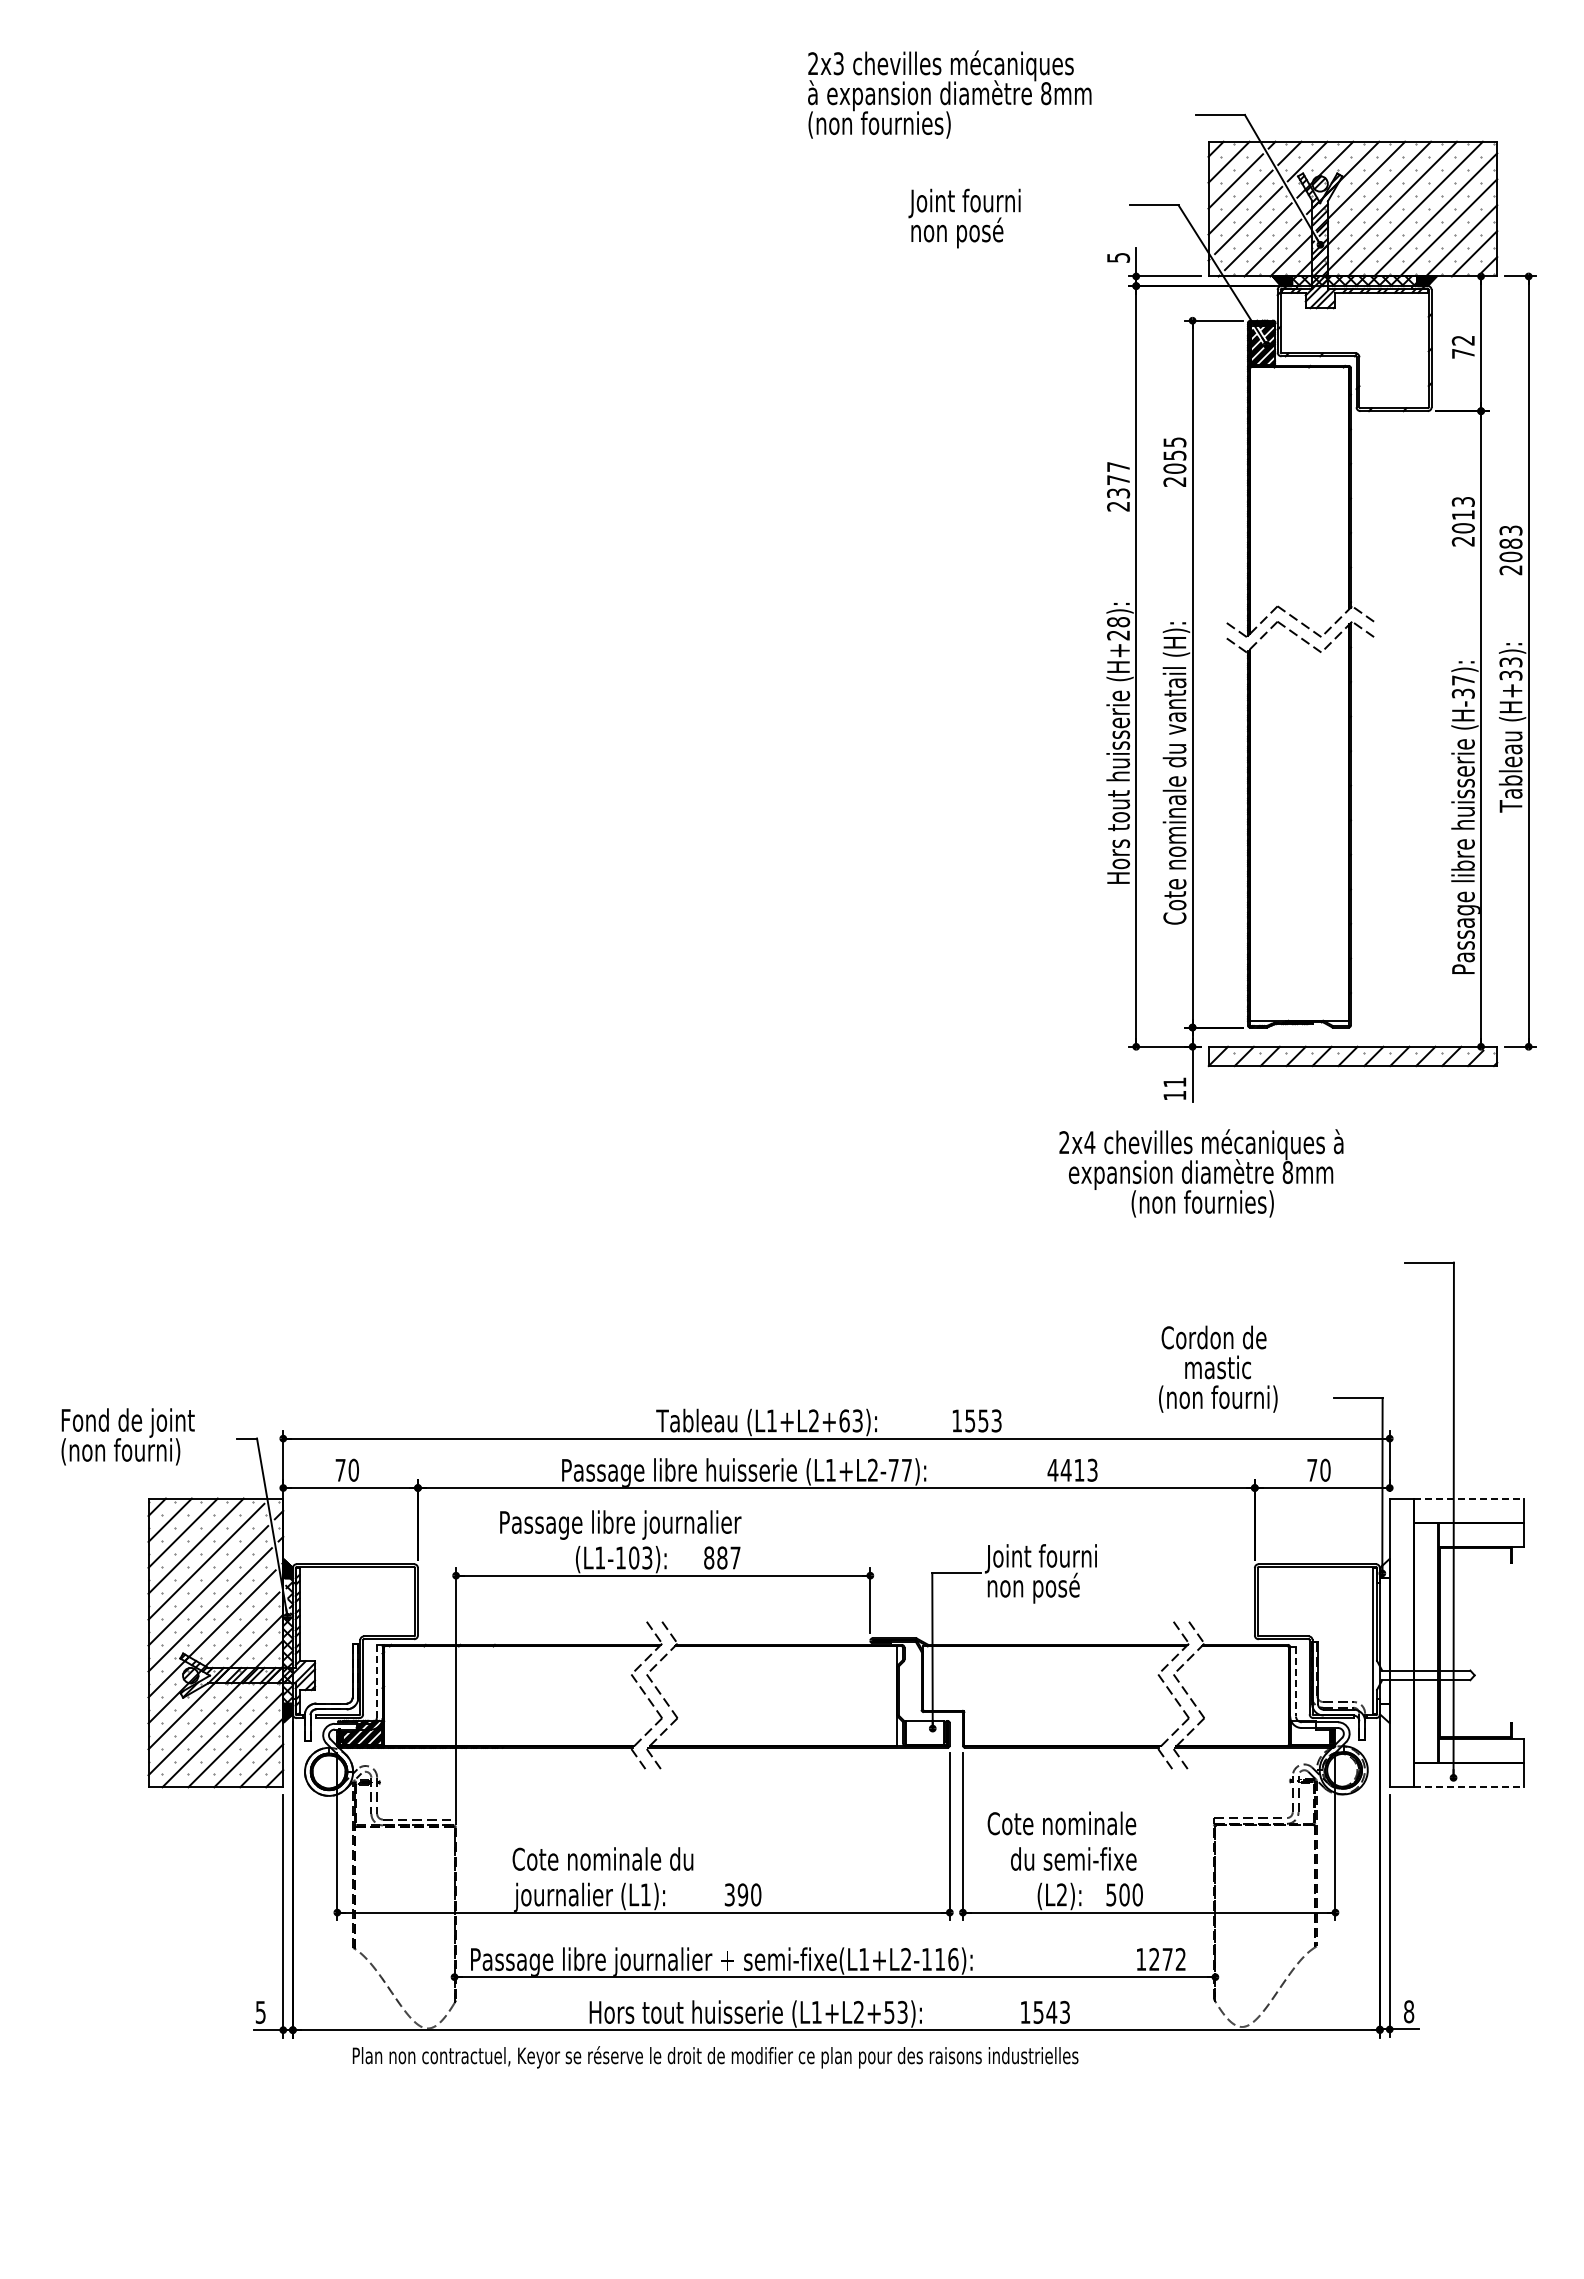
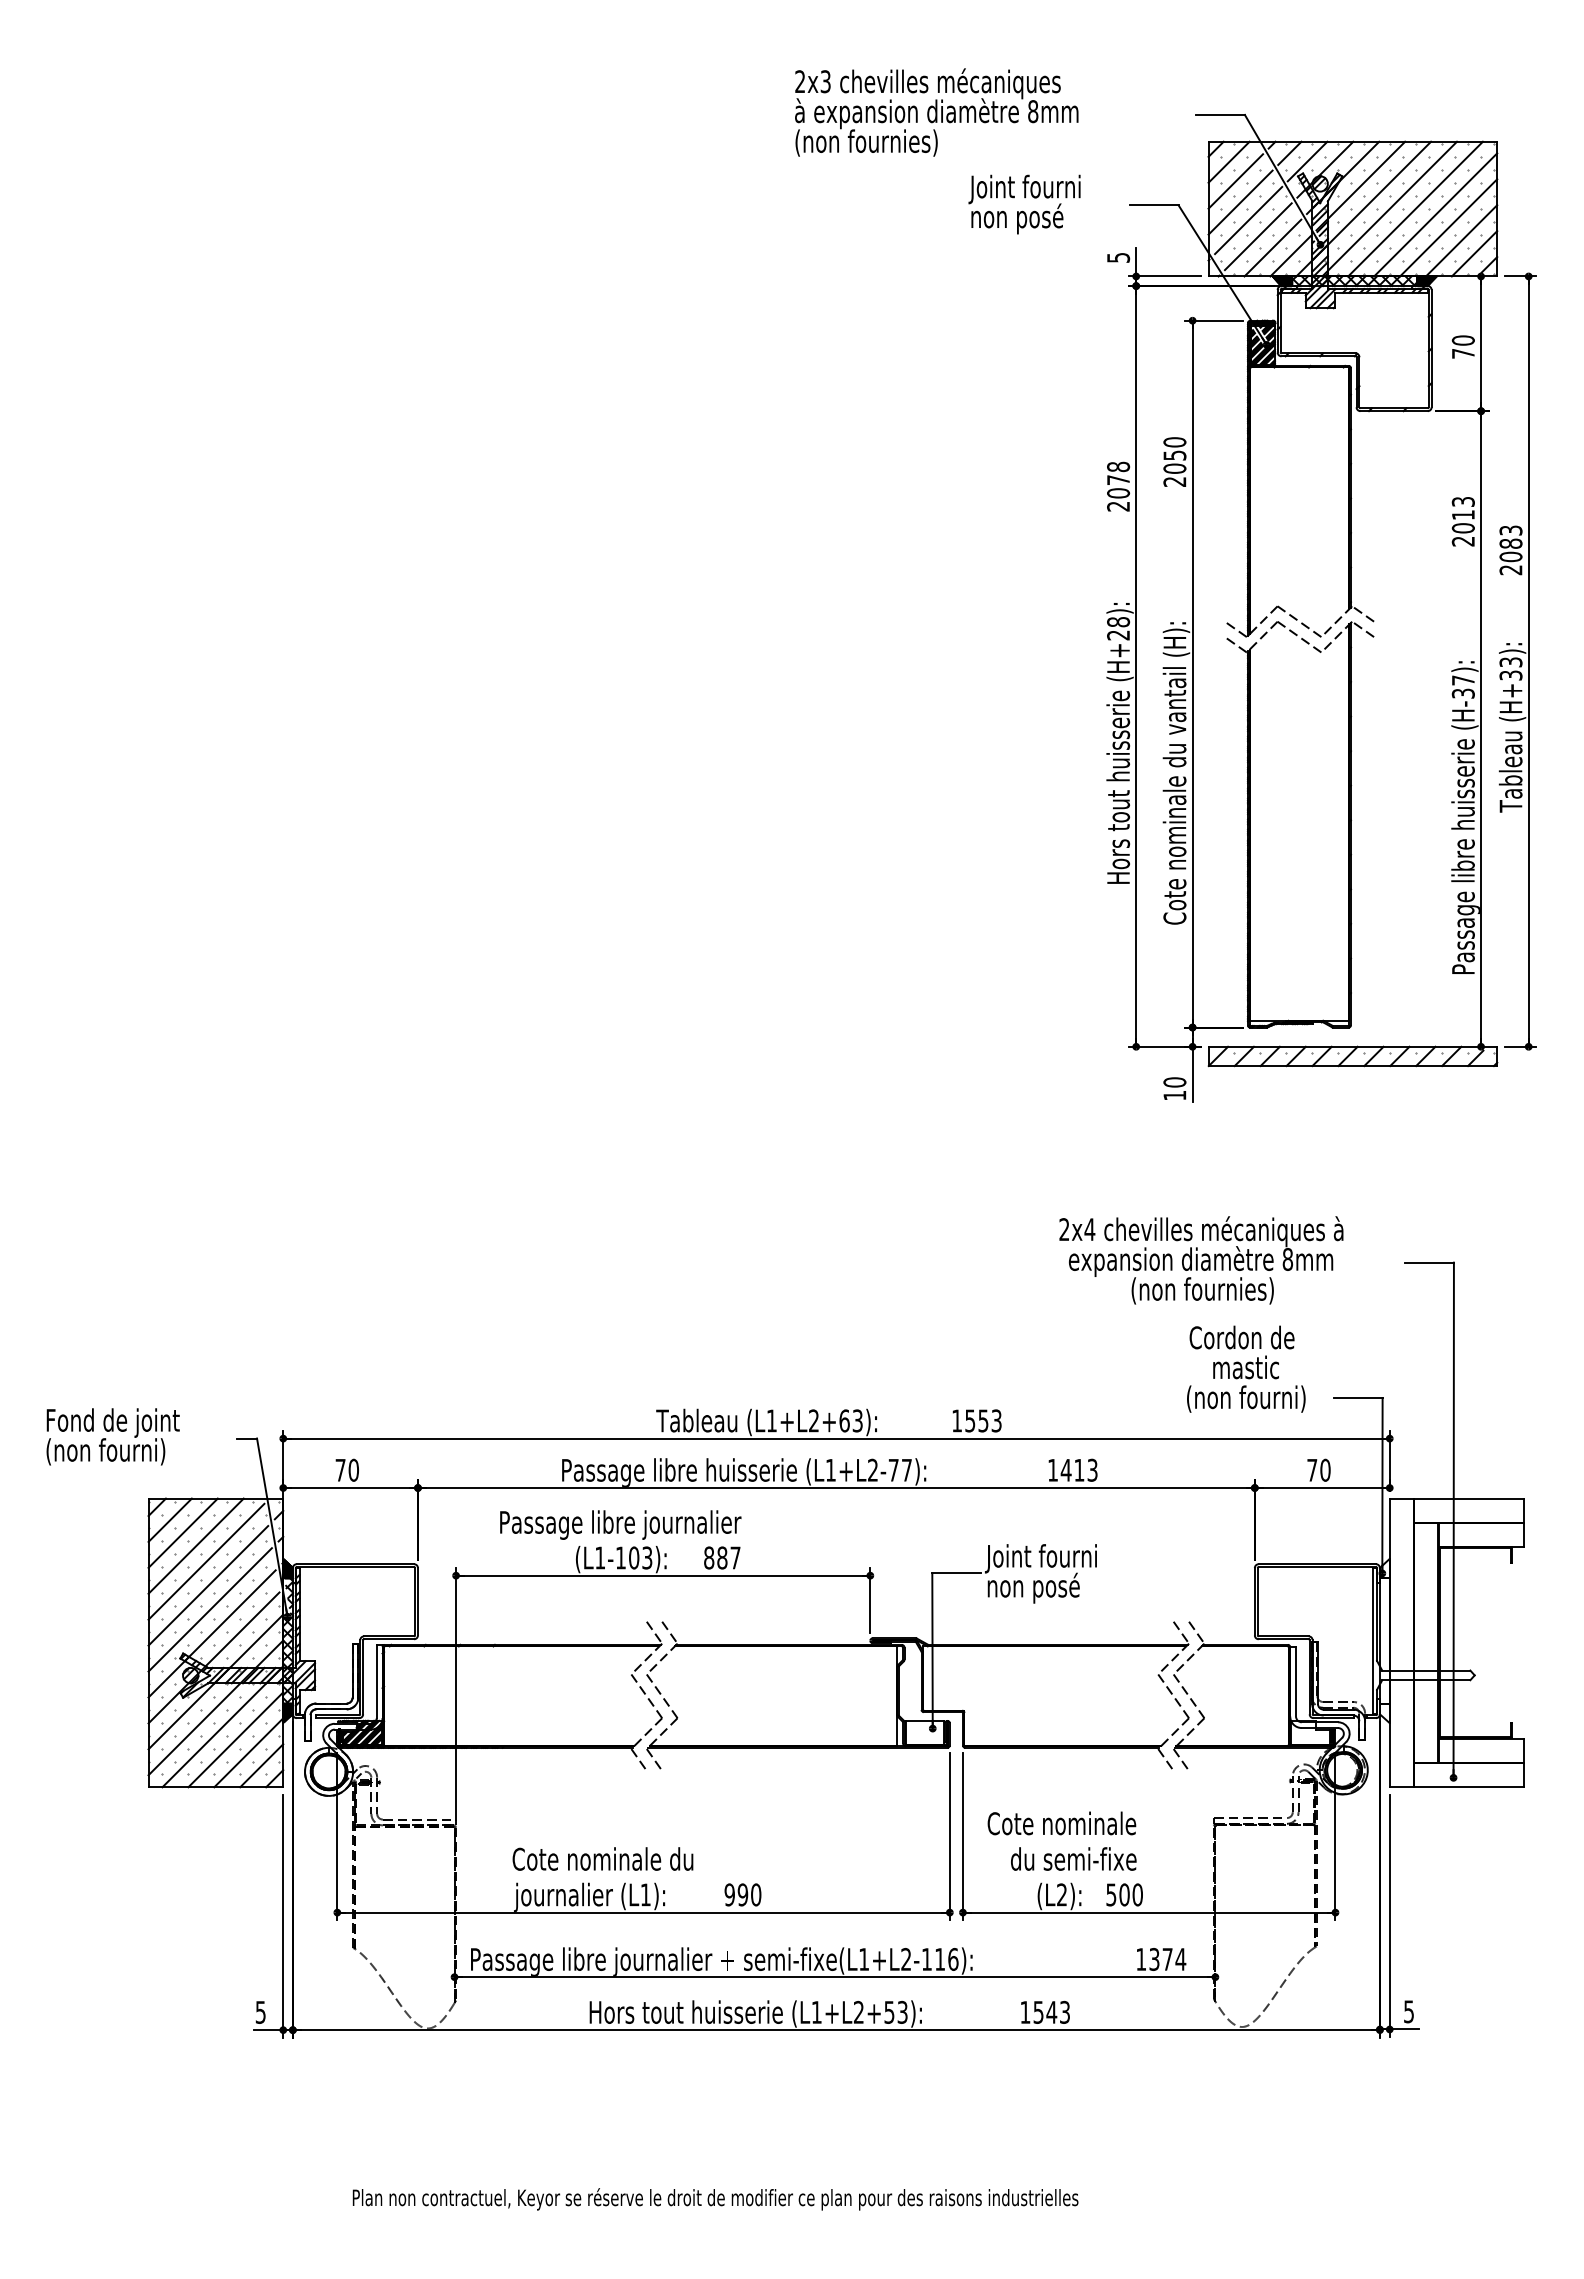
text at (949, 94) position: (949, 94) -> (936, 112)
text at (964, 218) position: (964, 218) -> (1024, 204)
text at (1462, 340): 72 -> 70
text at (1174, 442): 2055 -> 2050
text at (1118, 479): 2377 -> 2078
text at (1174, 1082): 11 -> 10
text at (1201, 1173) position: (1201, 1173) -> (1201, 1260)
text at (1218, 1368) position: (1218, 1368) -> (1246, 1368)
text at (127, 1436) position: (127, 1436) -> (112, 1436)
text at (1052, 1470): 4413 -> 1413
line at (1469, 1498): dashed -> solid
line at (376, 1681): dashed -> solid
line at (1296, 1681): dashed -> solid
line at (1469, 1787): dashed -> solid
text at (729, 1894): 390 -> 990
text at (1167, 1958): 1272 -> 1374
text at (1409, 2011): 8 -> 5
text at (715, 2057) position: (715, 2057) -> (715, 2199)
